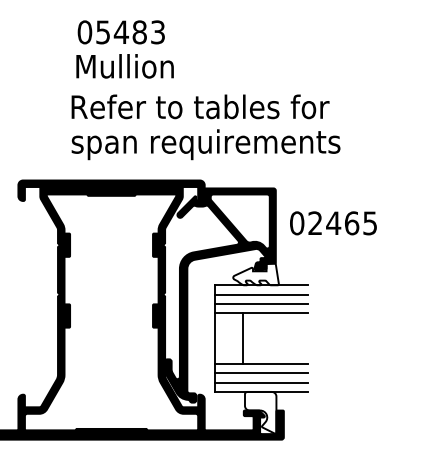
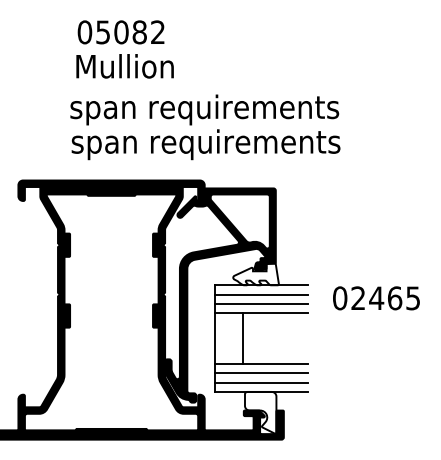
text at (138, 32): 05483 -> 05082
text at (204, 109): Refer to tables for -> span requirements
text at (333, 223) position: (333, 223) -> (376, 298)
